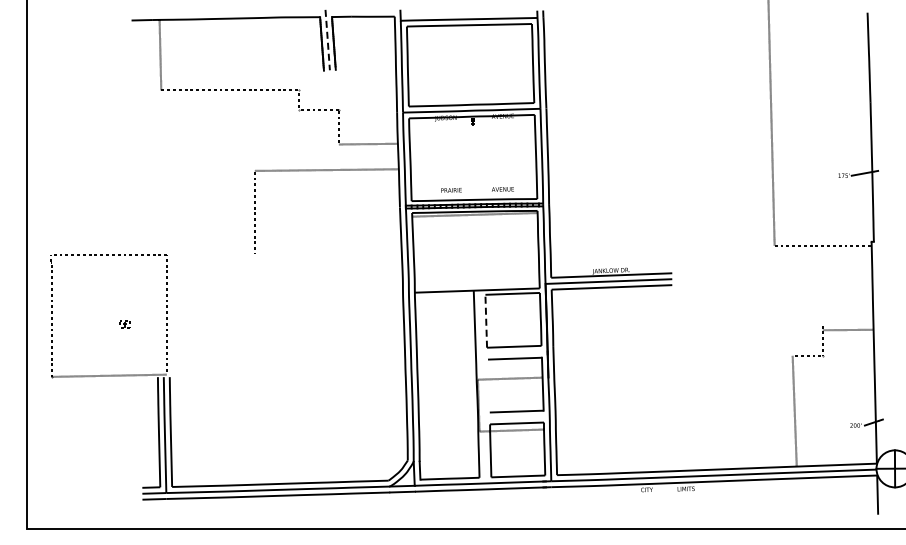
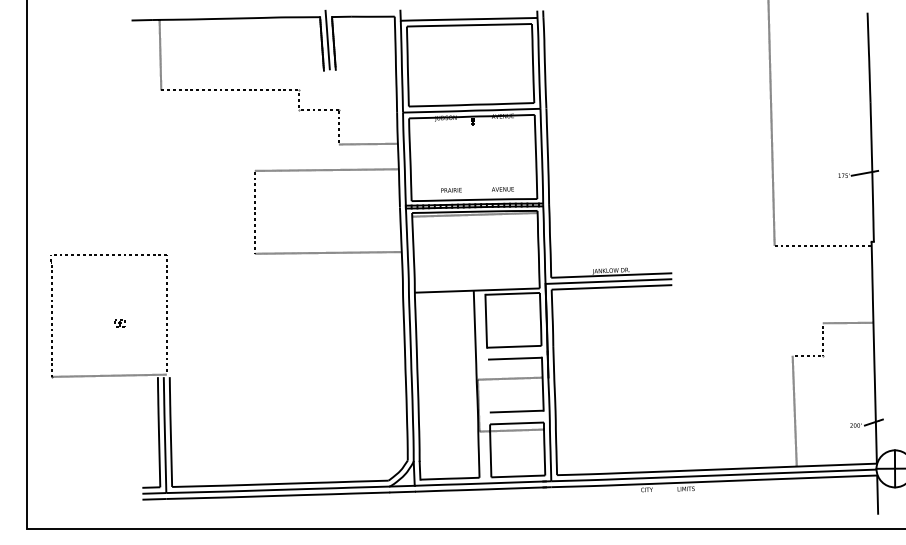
line at (327, 39): dashed -> solid
line at (327, 252): none -> present
line at (486, 320): dashed -> solid
part at (124, 324) position: (124, 324) -> (119, 323)
line at (847, 329) position: (847, 329) -> (847, 322)
